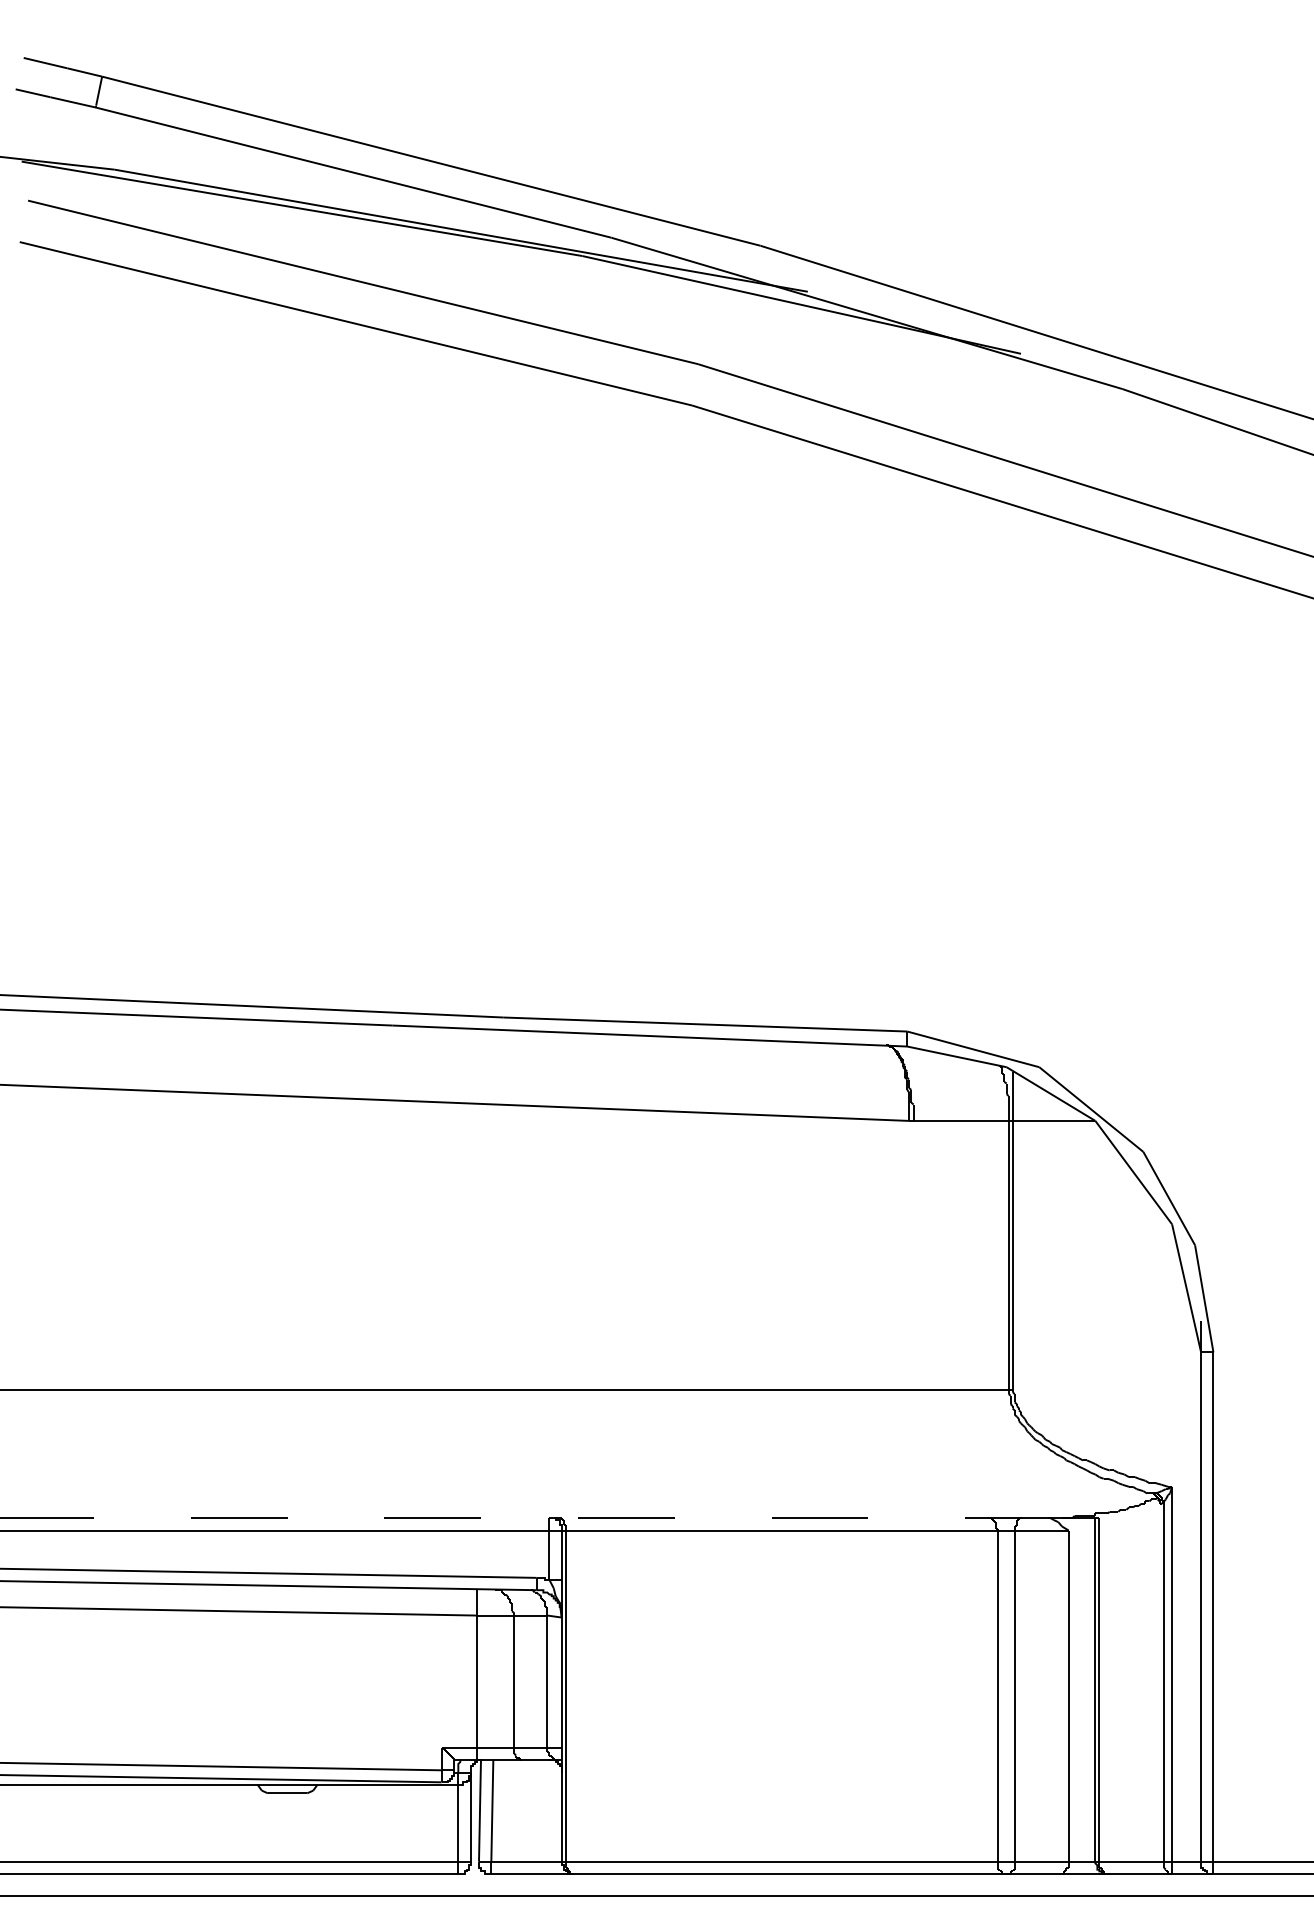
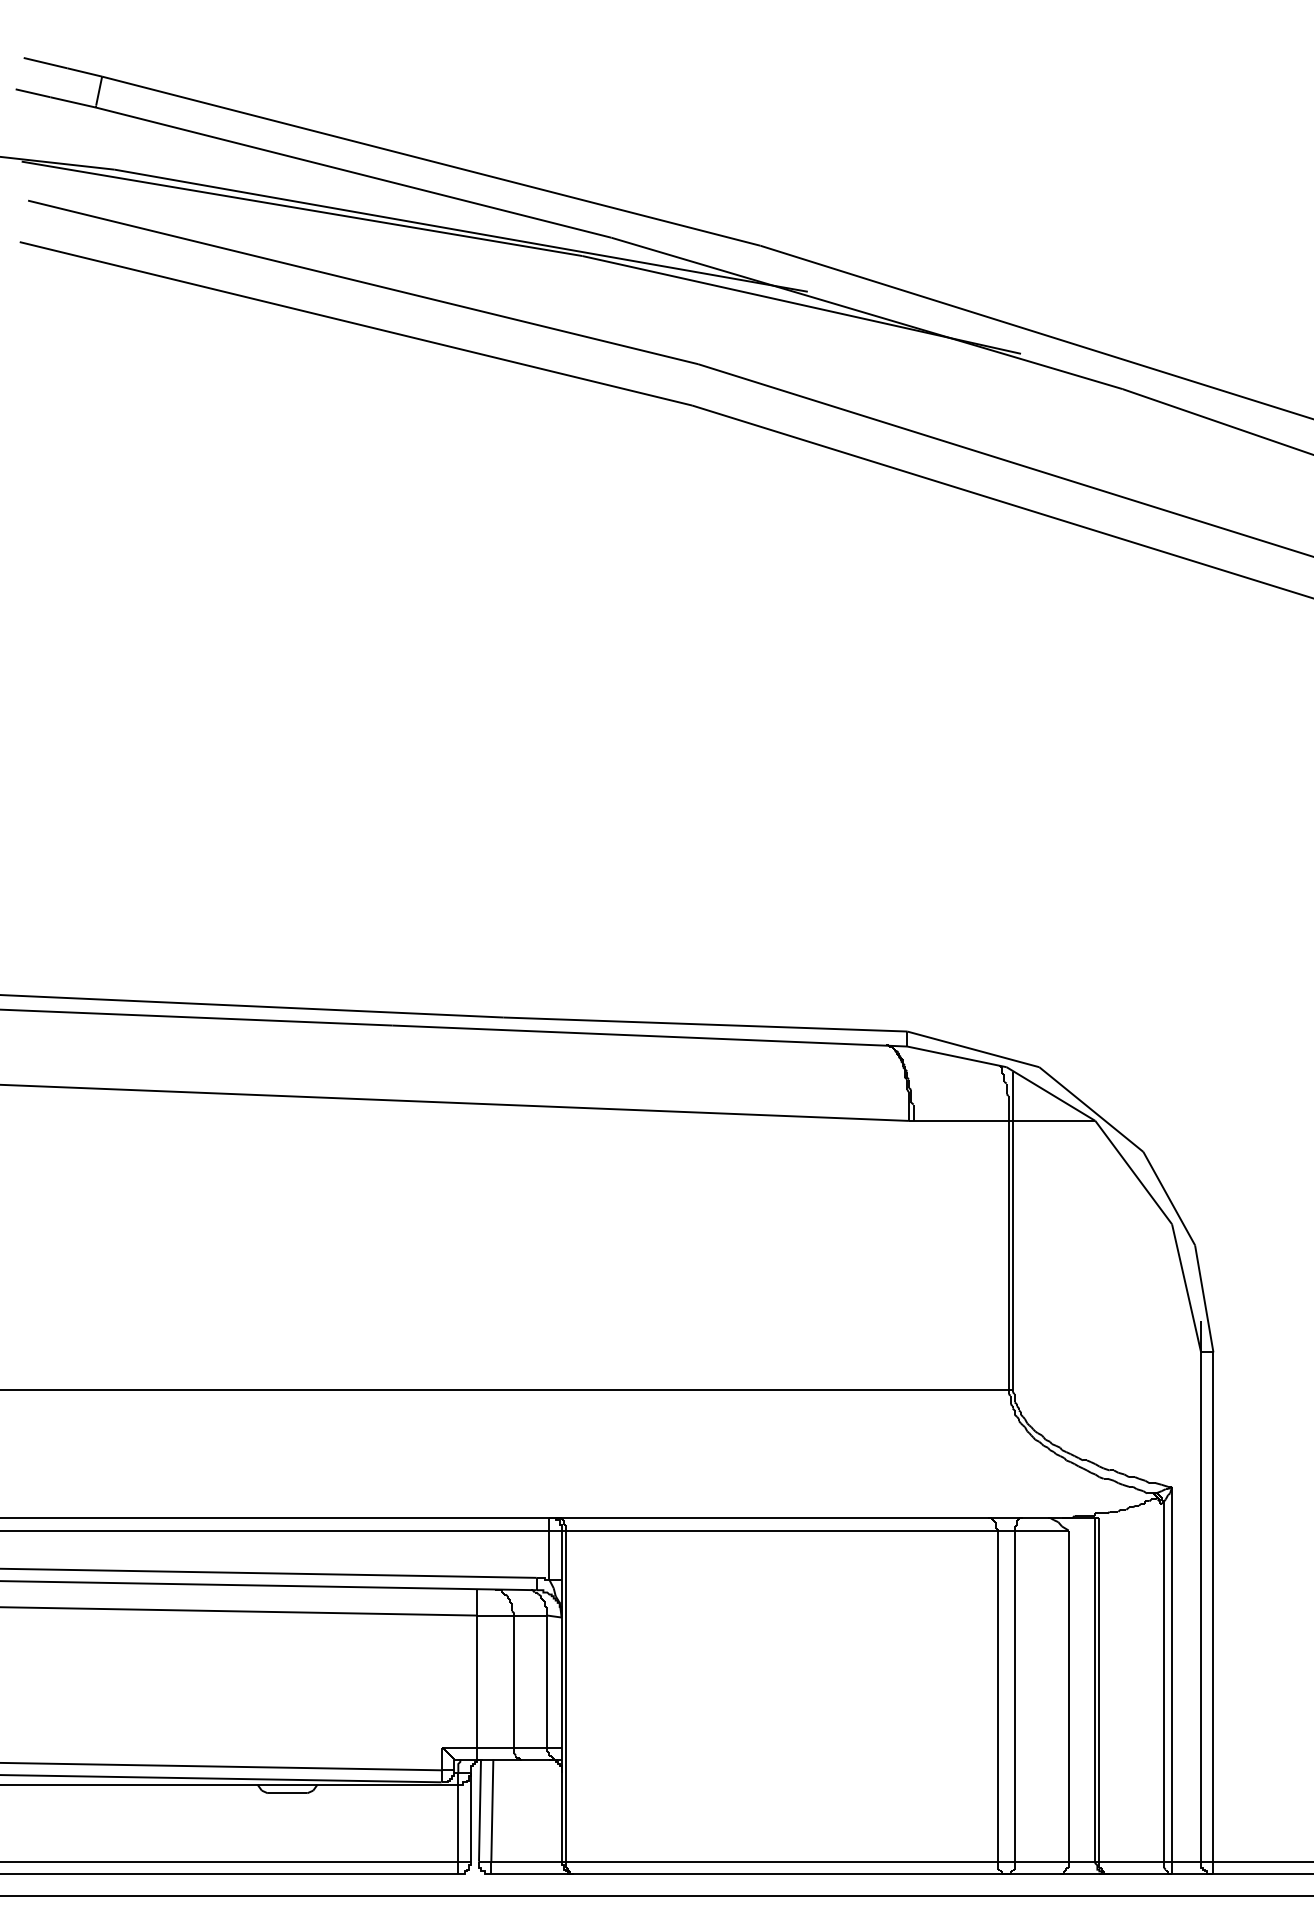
line at (531, 1517): dashed -> solid
